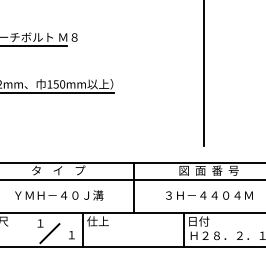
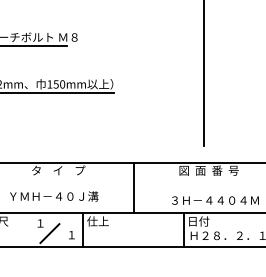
line at (132, 179): present -> none
text at (59, 195) position: (59, 195) -> (54, 196)
text at (209, 195) position: (209, 195) -> (215, 200)
